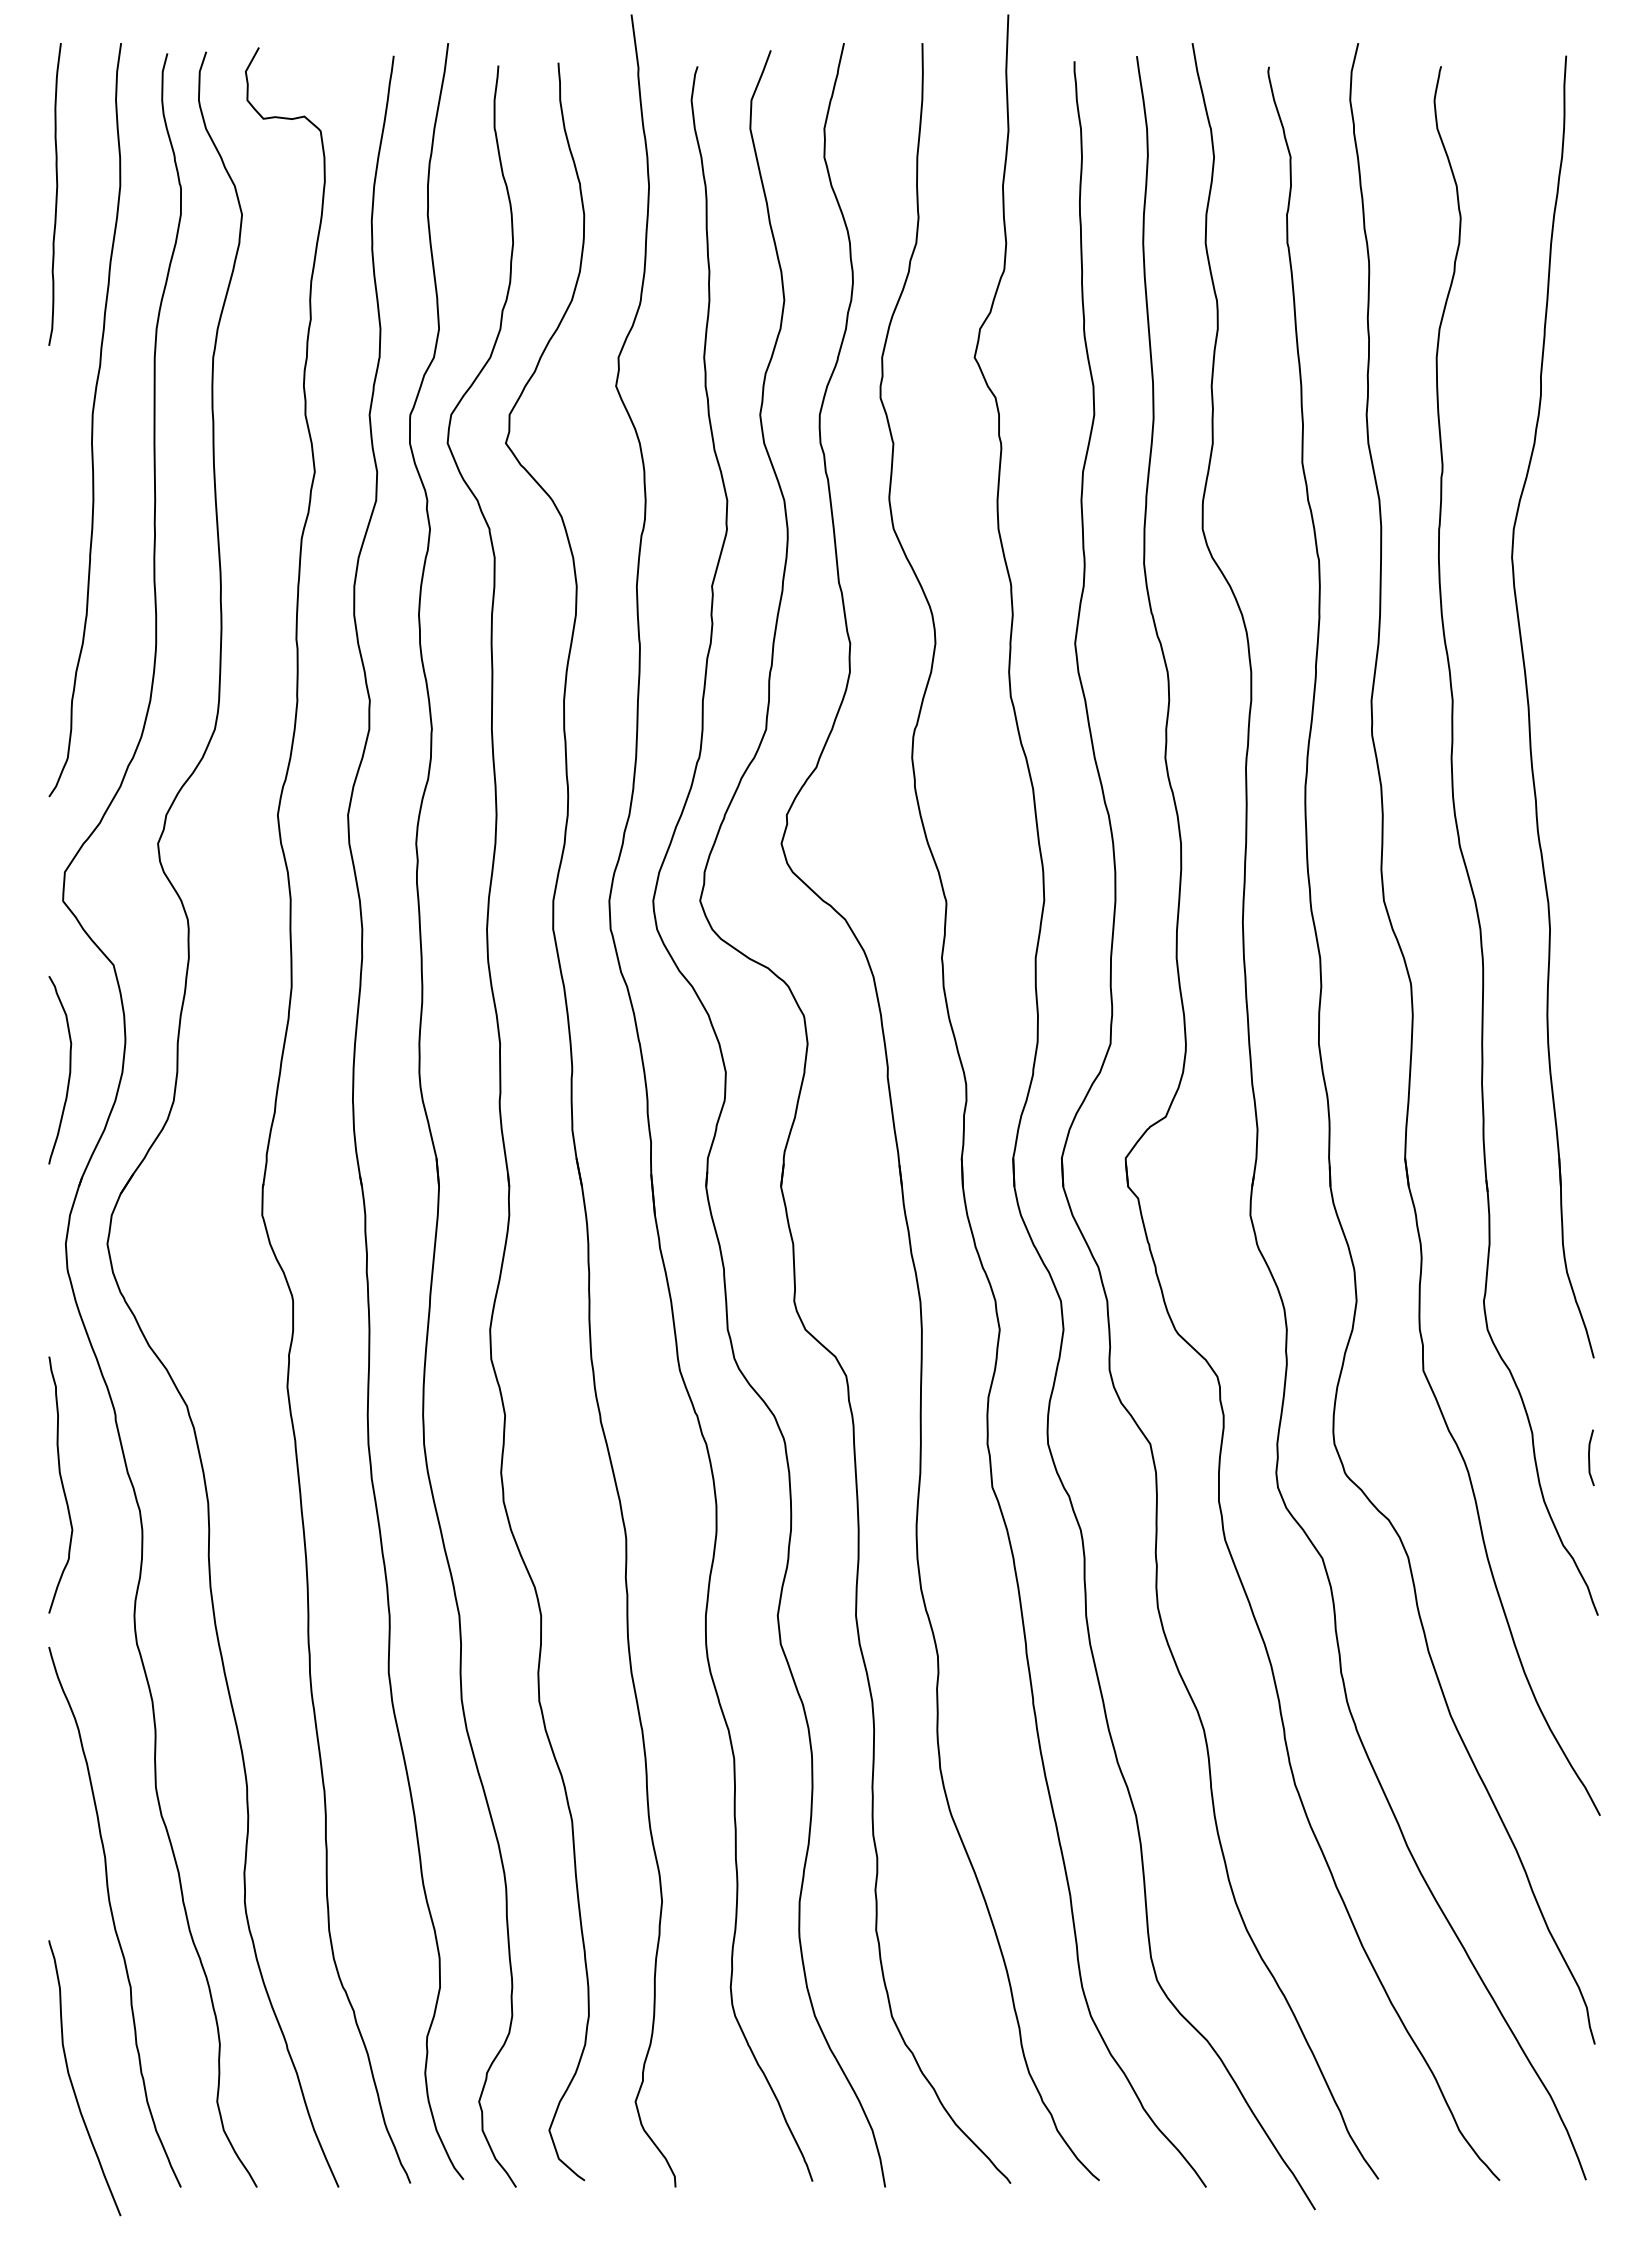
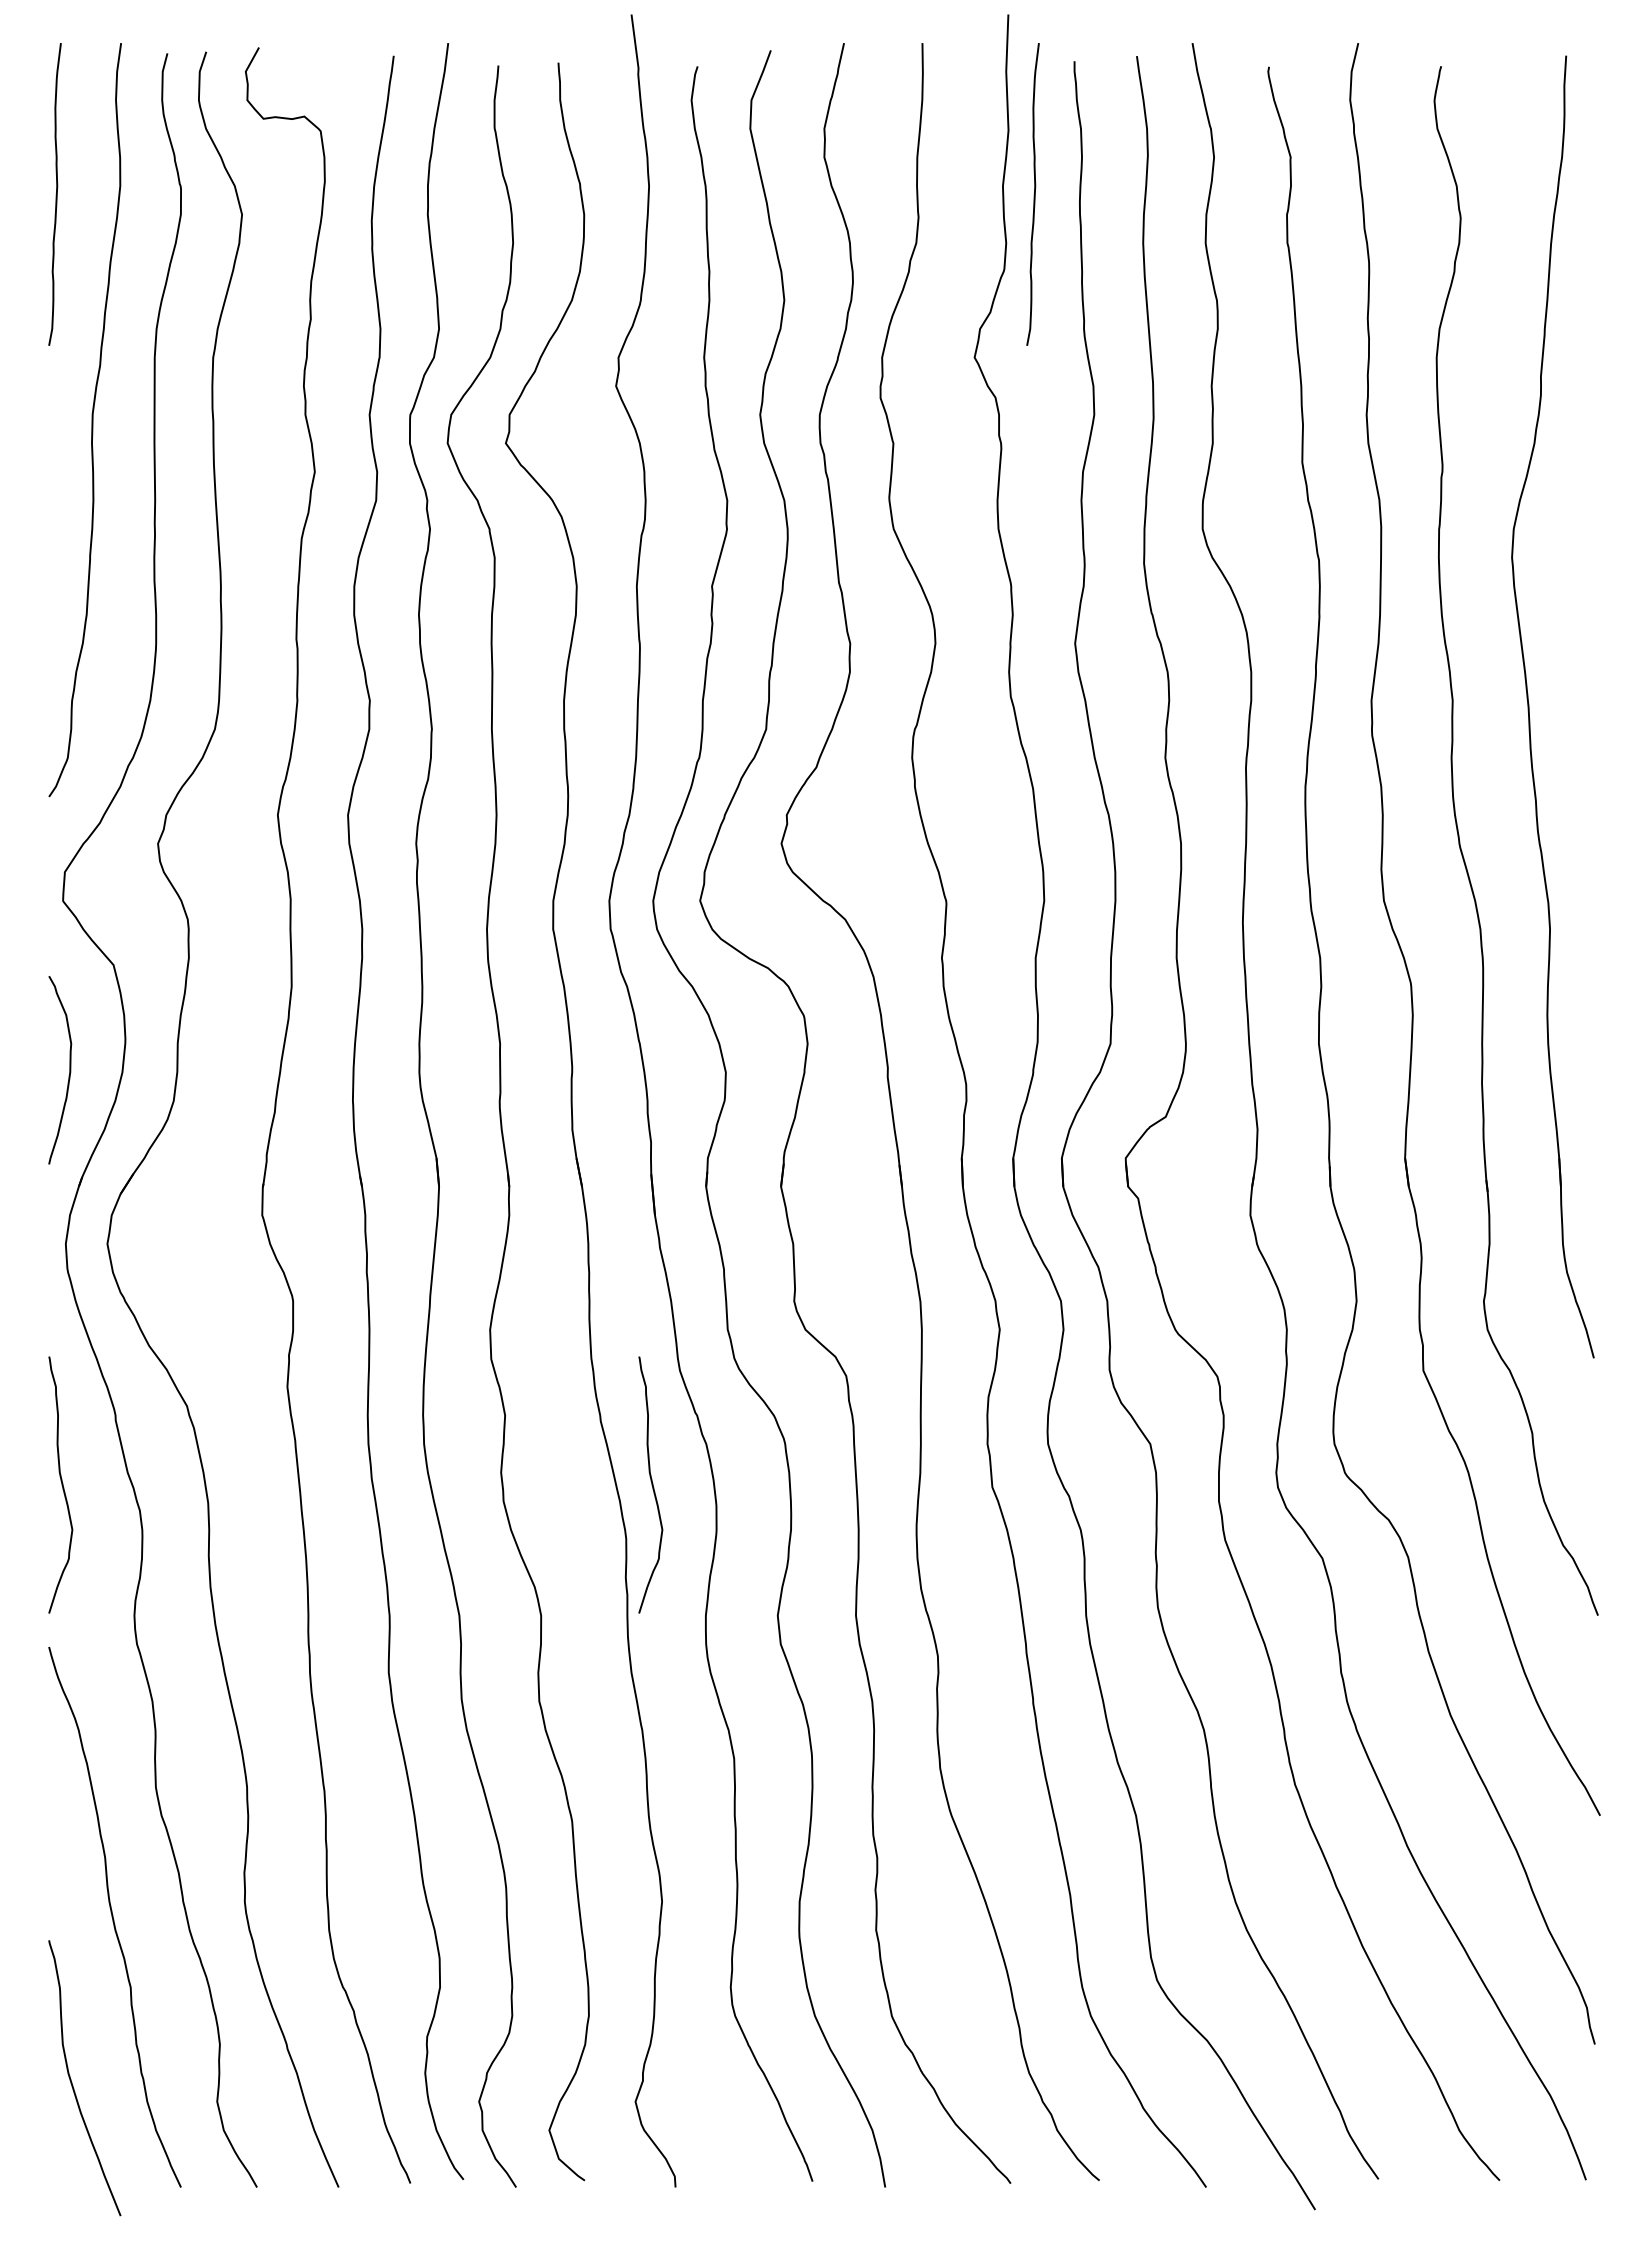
curve at (1033, 194): none -> present
line at (1589, 1457): present -> none
curve at (651, 1484): none -> present
